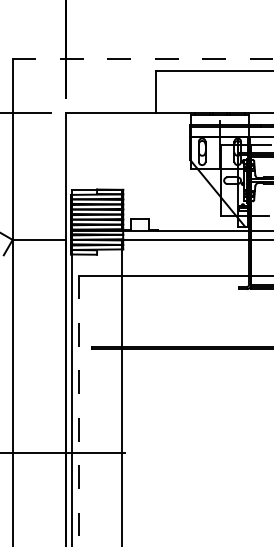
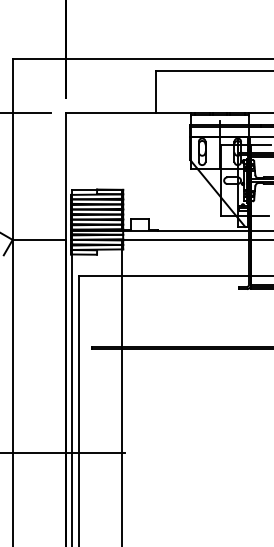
line at (142, 59): dashed -> solid
line at (79, 411): dashed -> solid
